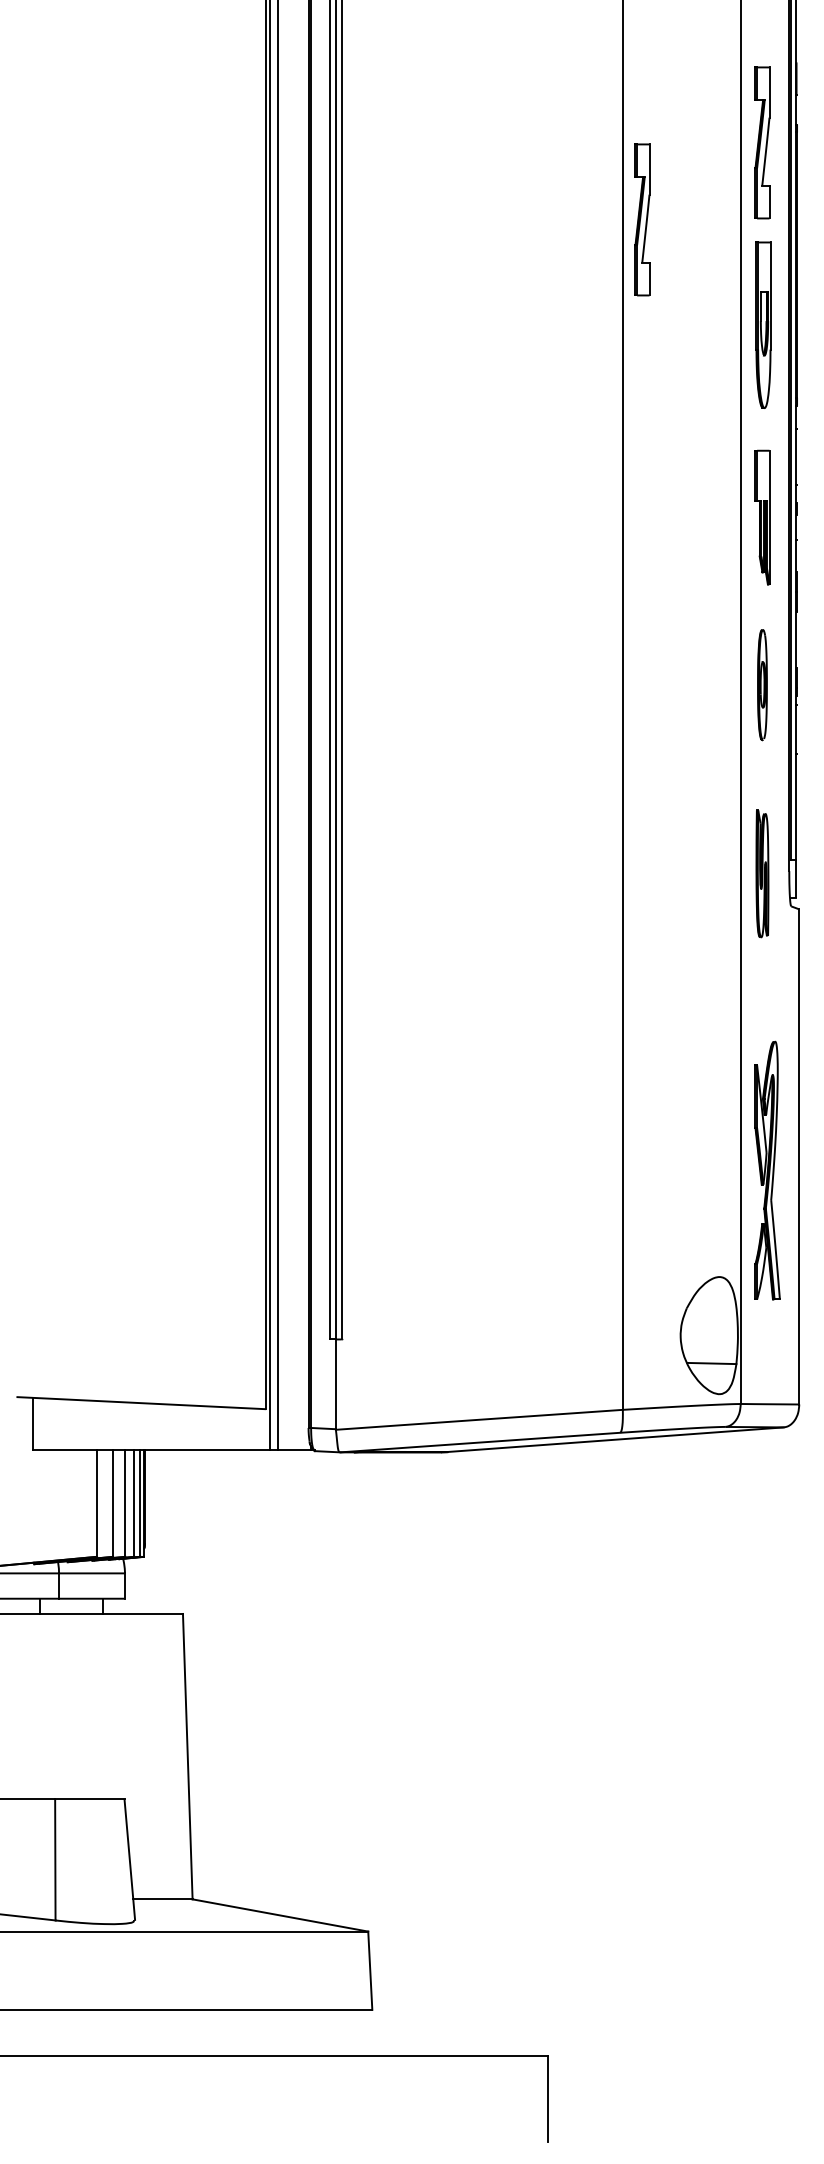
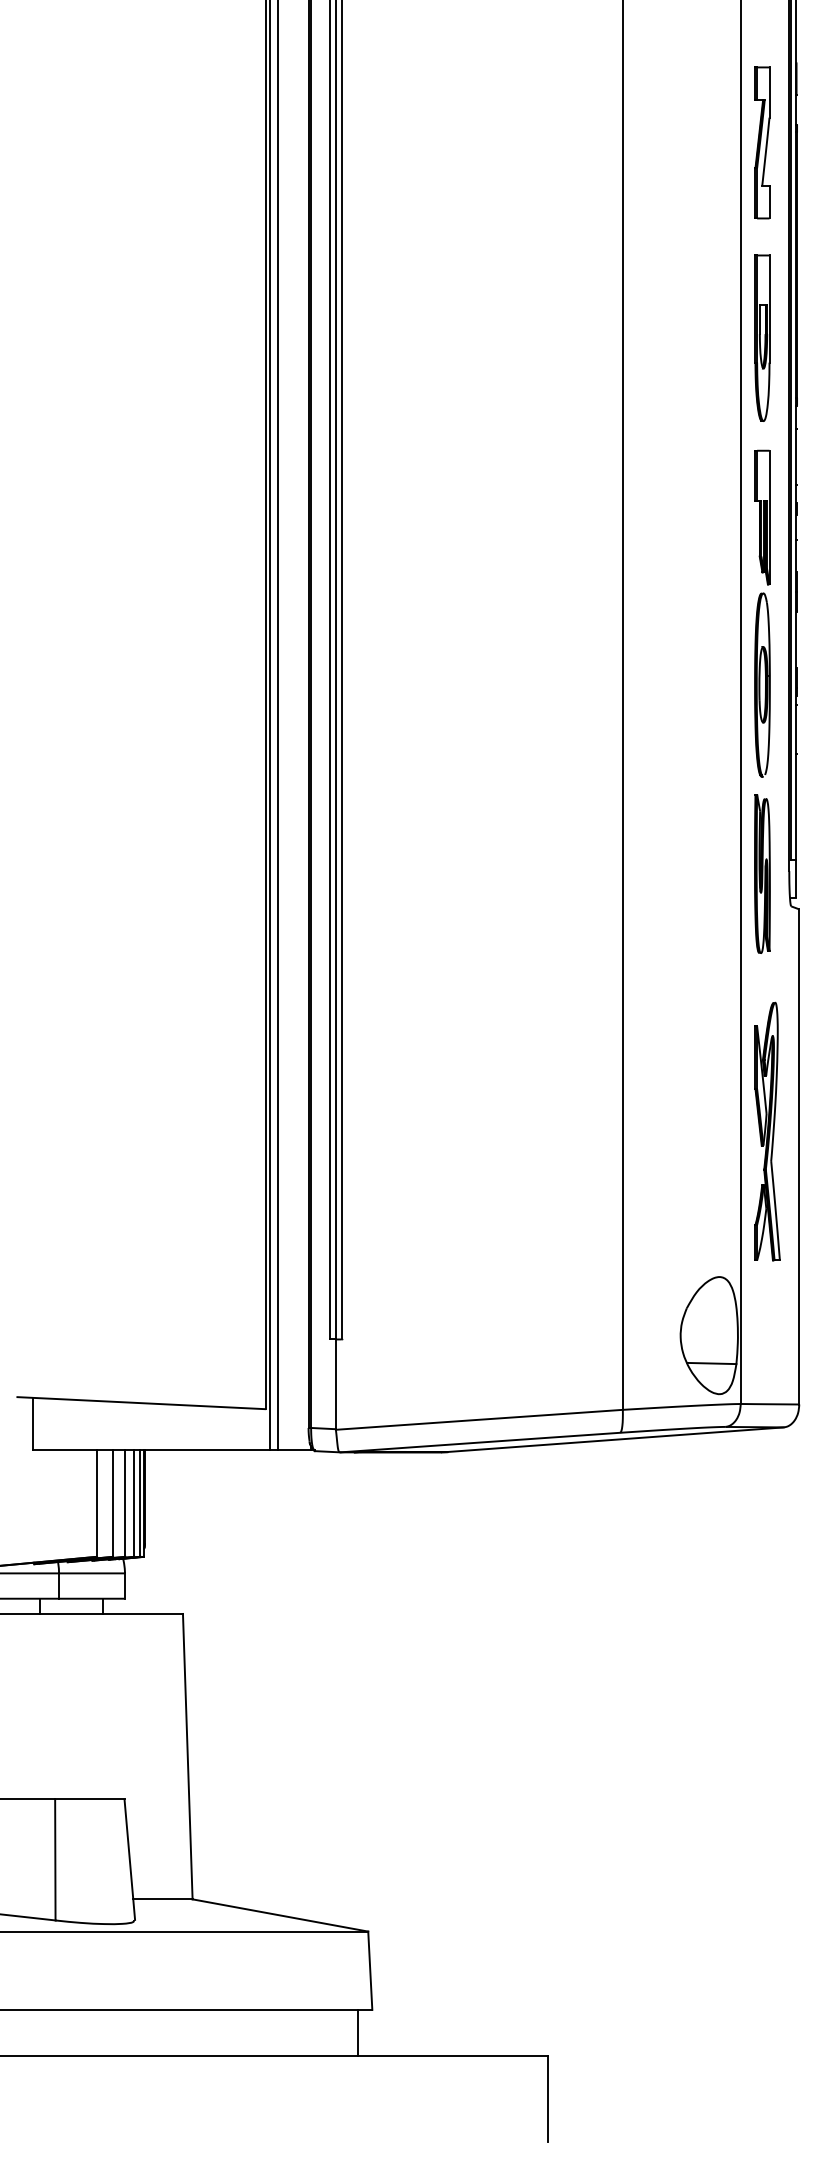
part at (642, 219): present -> none
part at (763, 324) position: (763, 324) -> (762, 337)
part at (762, 685) size: 11x113 px -> 17x186 px
part at (762, 873) size: 15x130 px -> 17x160 px
part at (767, 1170) position: (767, 1170) -> (767, 1131)
line at (358, 2032): none -> present
